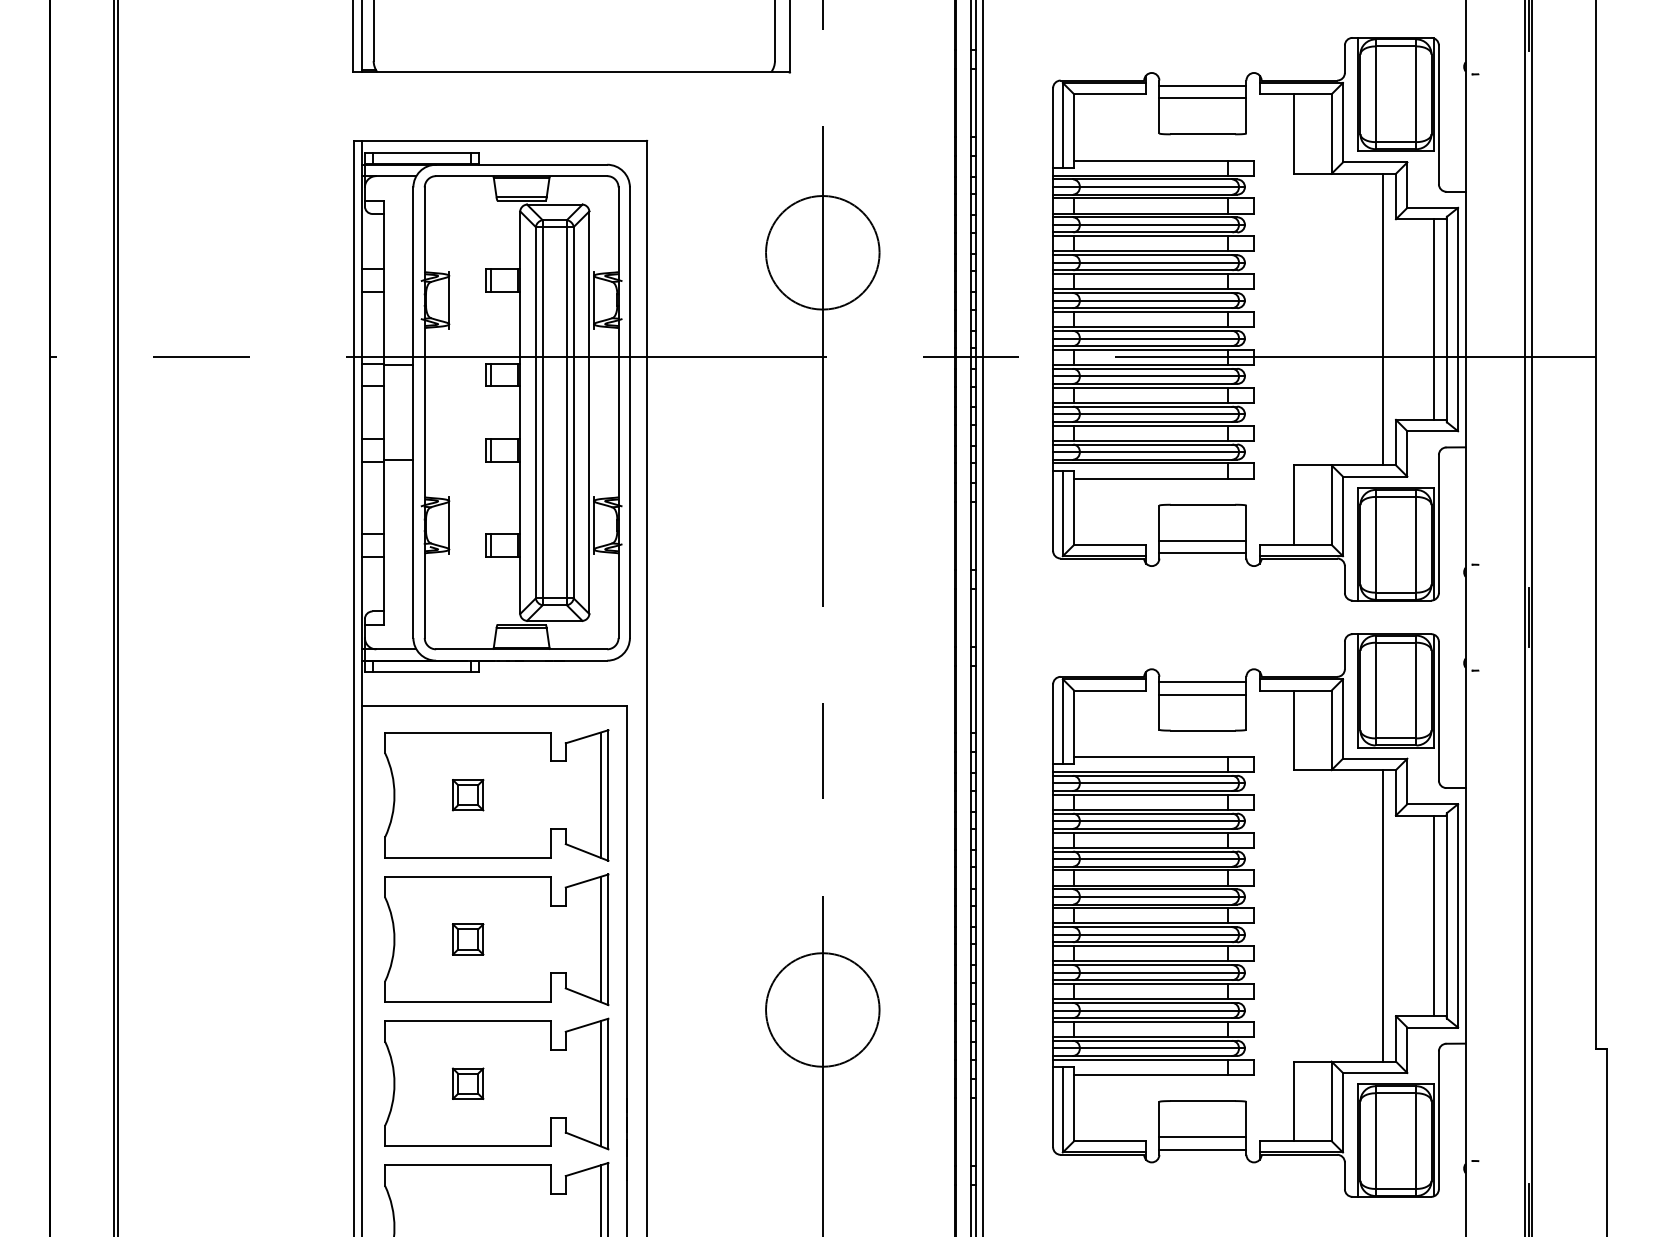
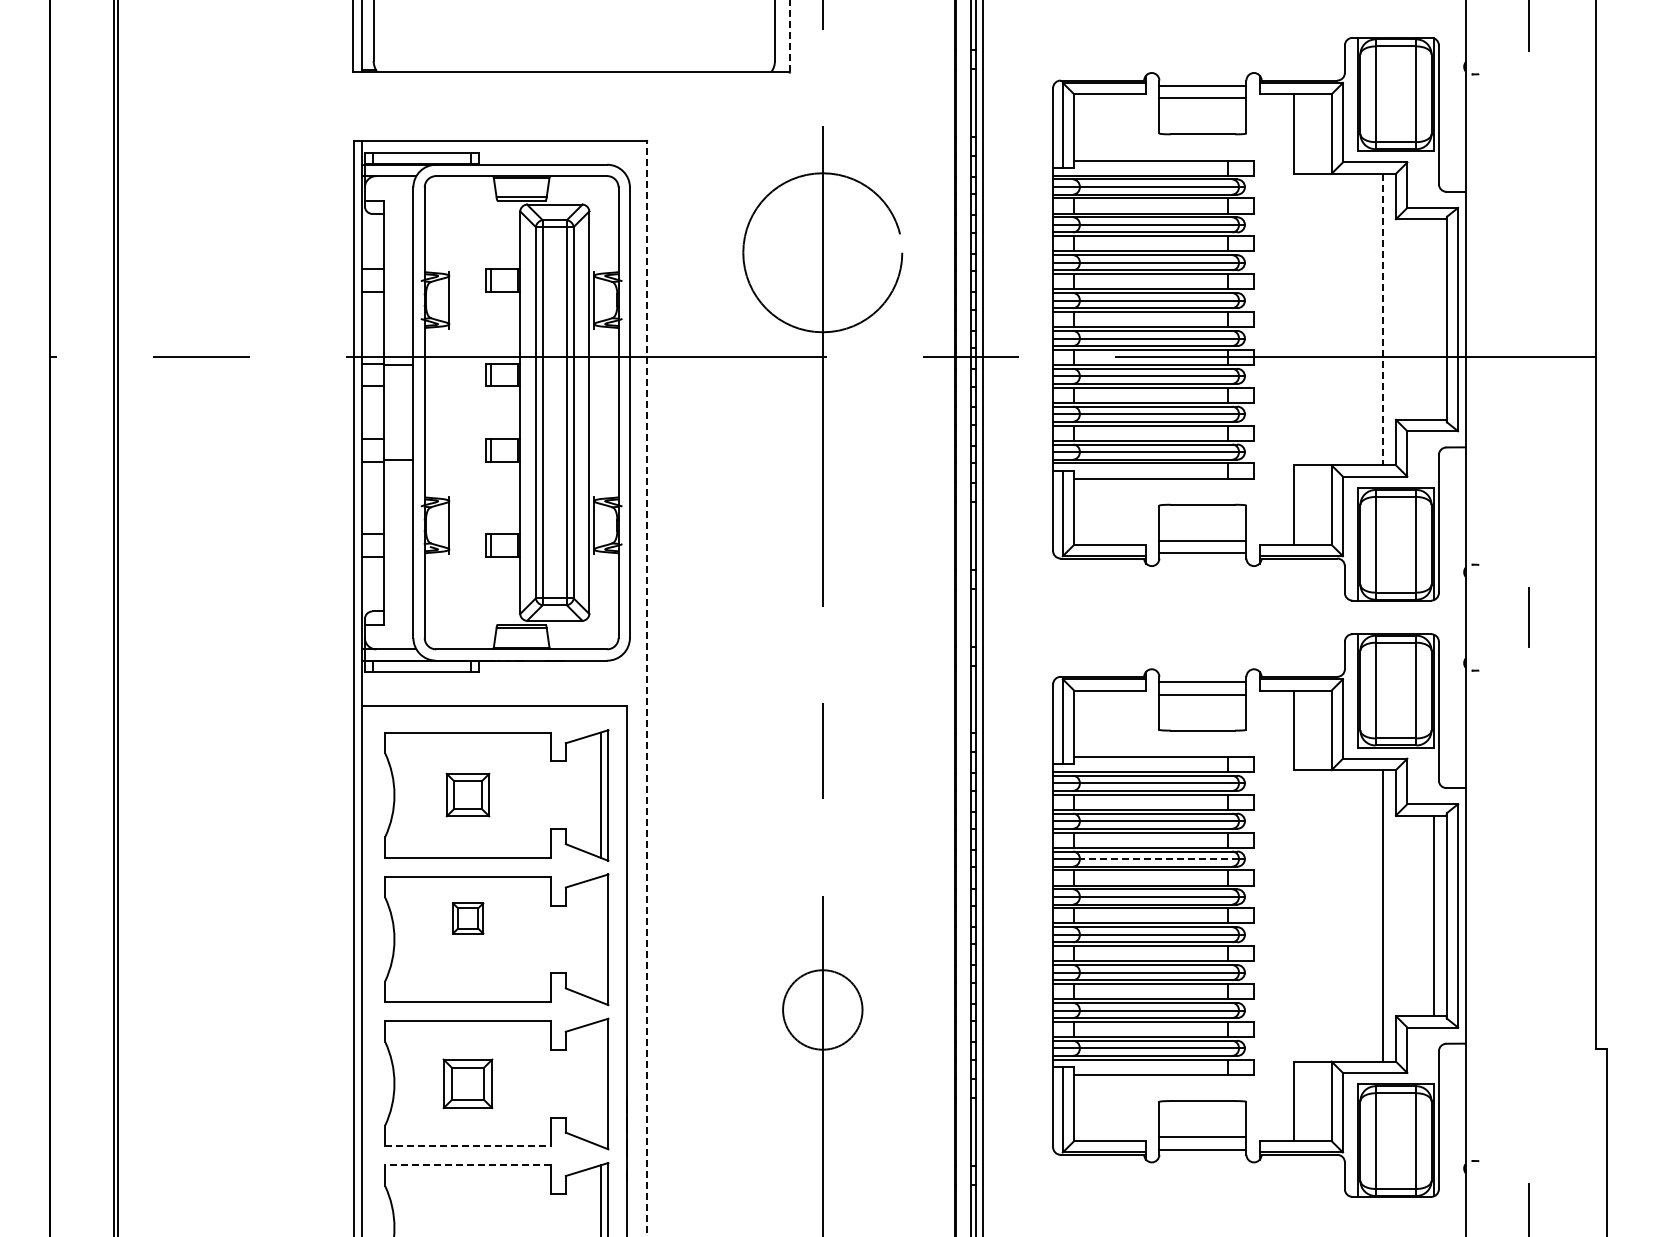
line at (790, 36): solid -> dashed
circle at (822, 252) diameter: 114 px -> 159 px
line at (1382, 319): solid -> dashed
line at (1433, 319): present -> none
line at (1525, 617): present -> none
line at (1531, 617): present -> none
line at (647, 688): solid -> dashed
part at (468, 795) size: 33x33 px -> 46x46 px
line at (1159, 859): solid -> dashed
part at (468, 939) position: (468, 939) -> (468, 918)
line at (600, 939): present -> none
circle at (822, 1009) diameter: 114 px -> 80 px
part at (468, 1083) size: 33x33 px -> 52x52 px
line at (600, 1083): present -> none
line at (468, 1146): solid -> dashed
line at (467, 1165): solid -> dashed
